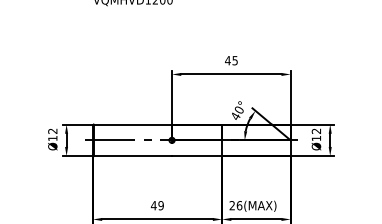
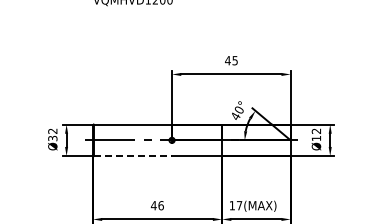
text at (52, 138): Ø12 -> Ø32
line at (133, 156): solid -> dashed
text at (160, 205): 49 -> 46
text at (235, 205): 26(MAX) -> 17(MAX)
